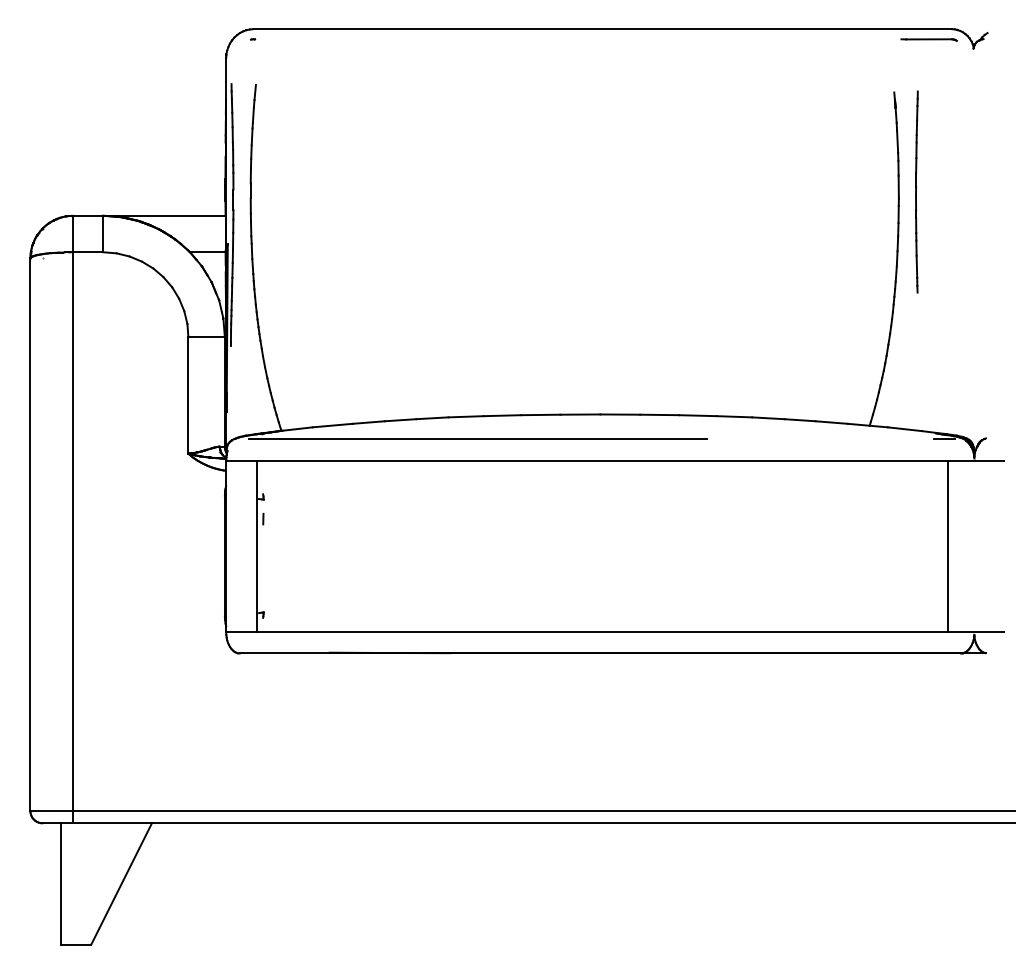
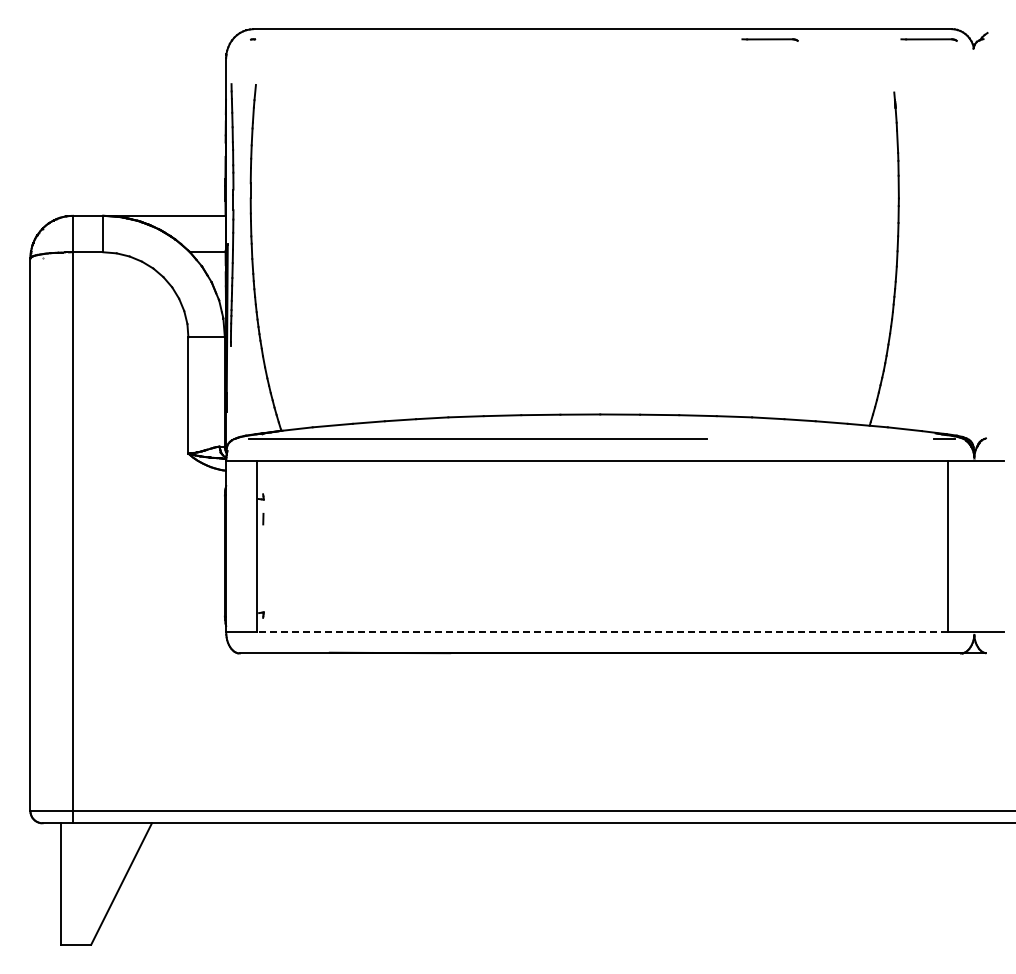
line at (769, 39): none -> present
line at (916, 191): present -> none
line at (602, 632): solid -> dashed
